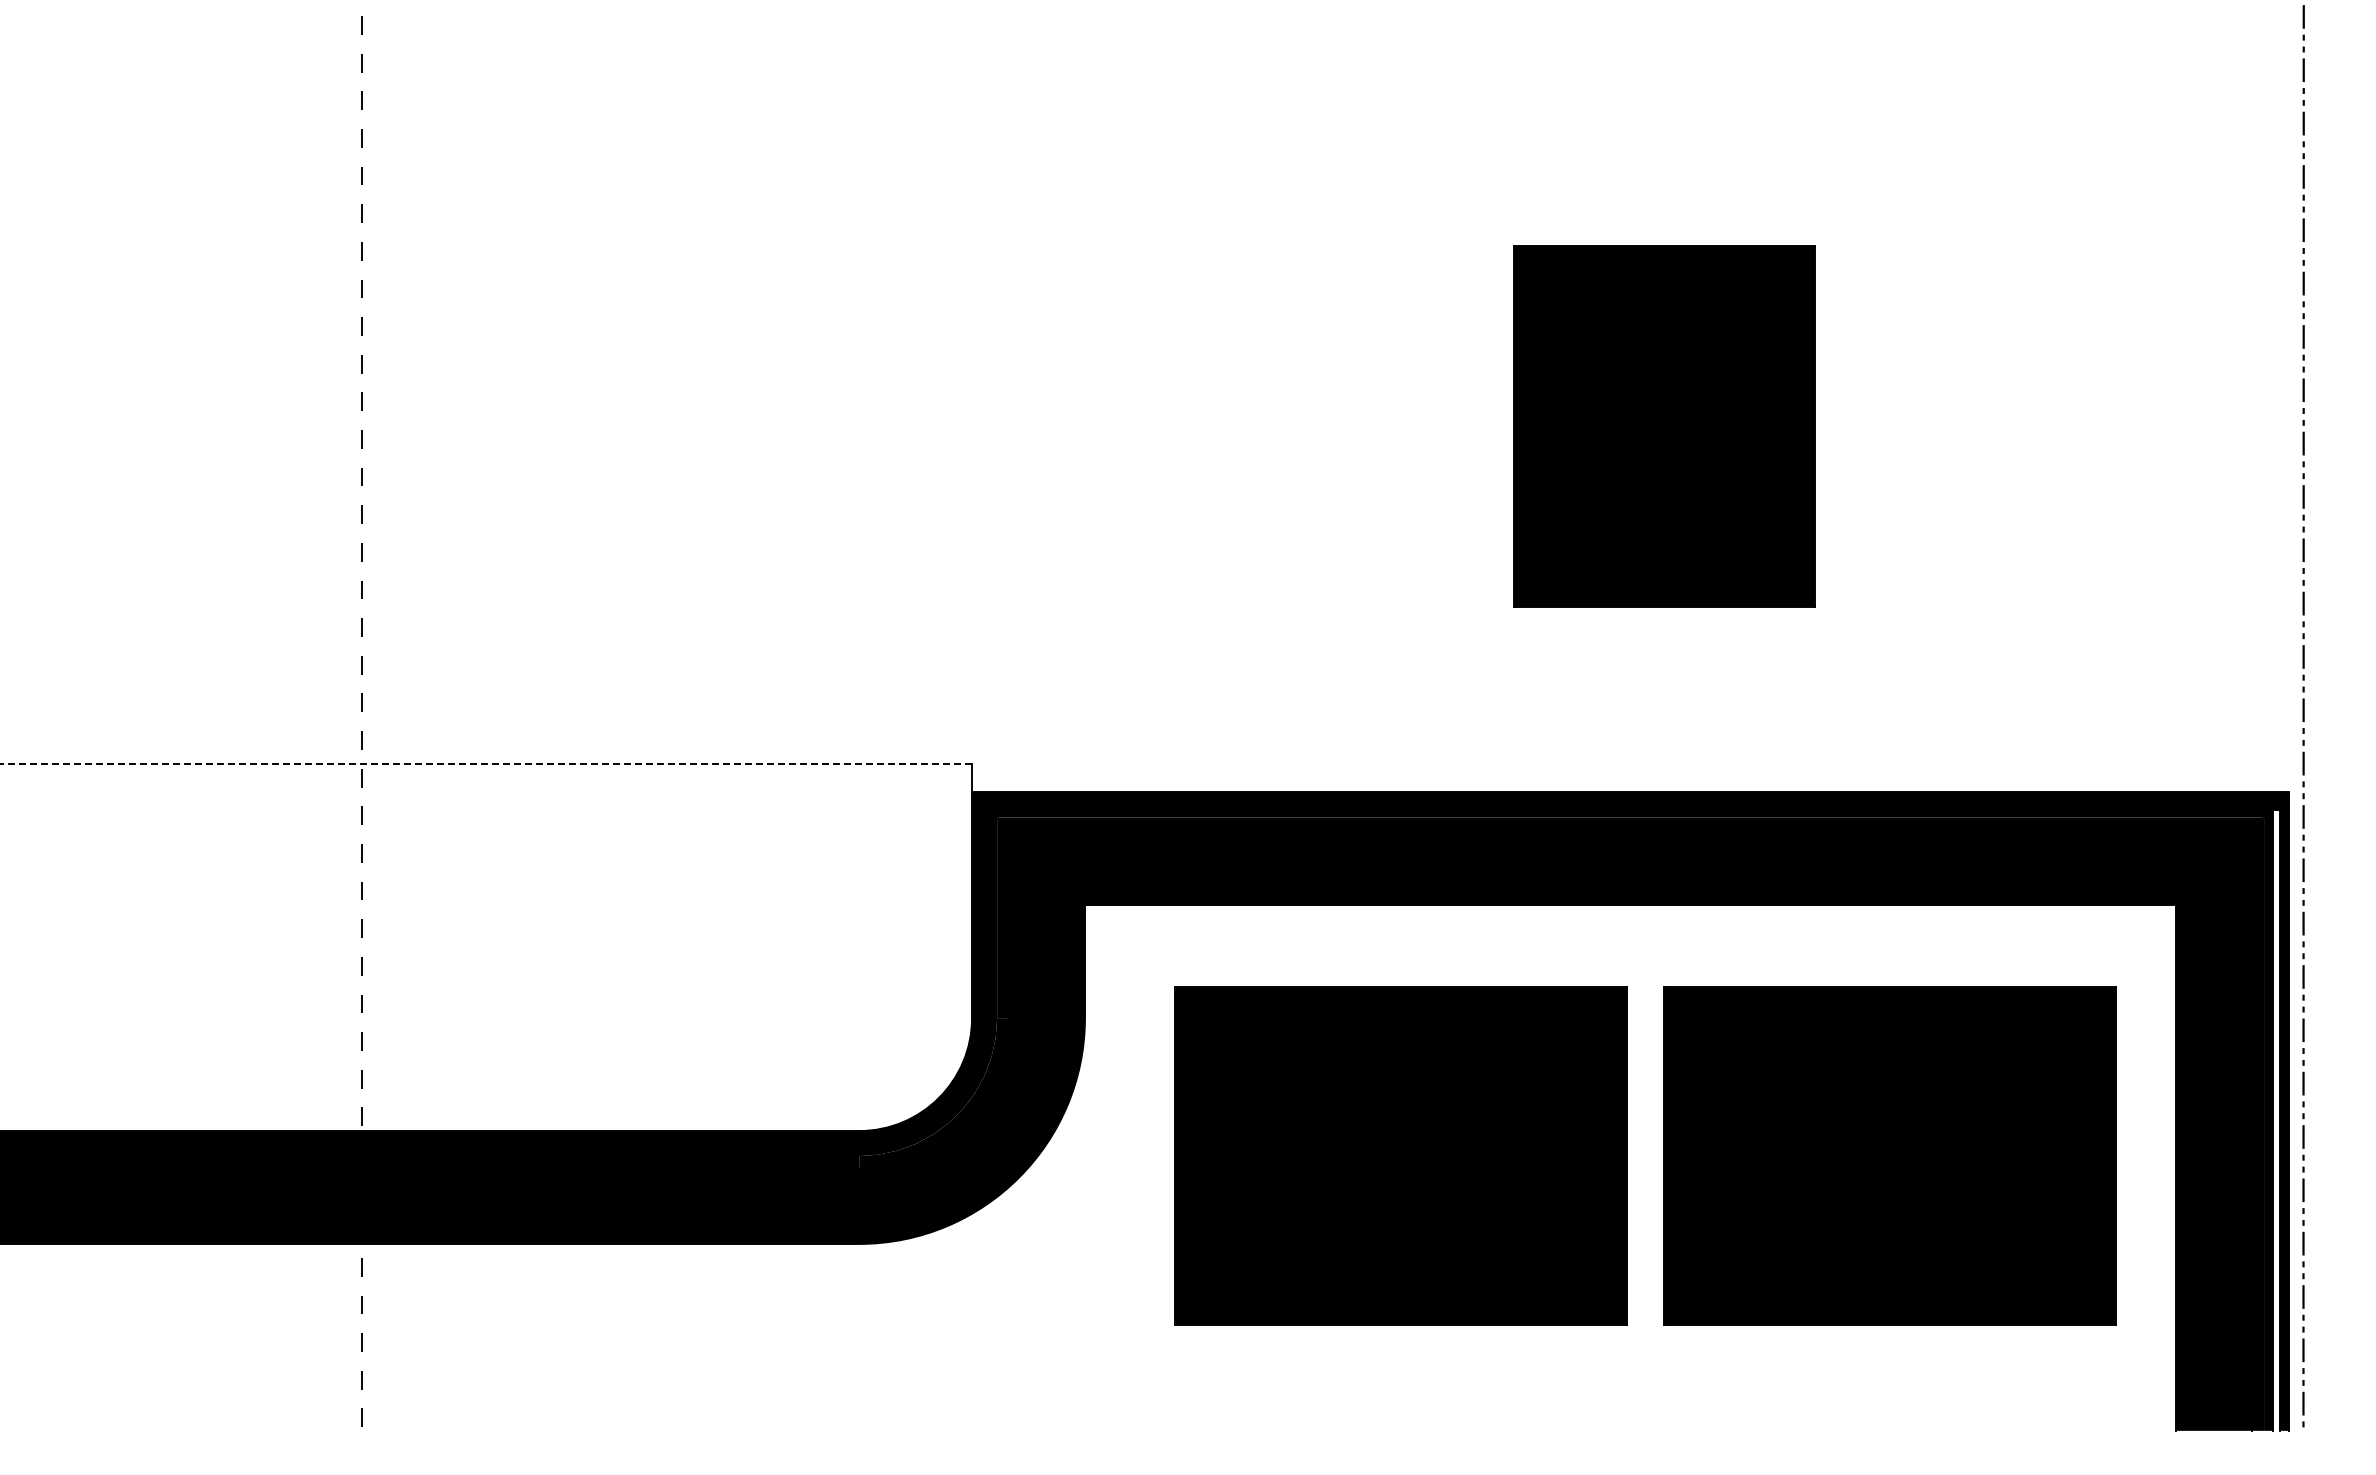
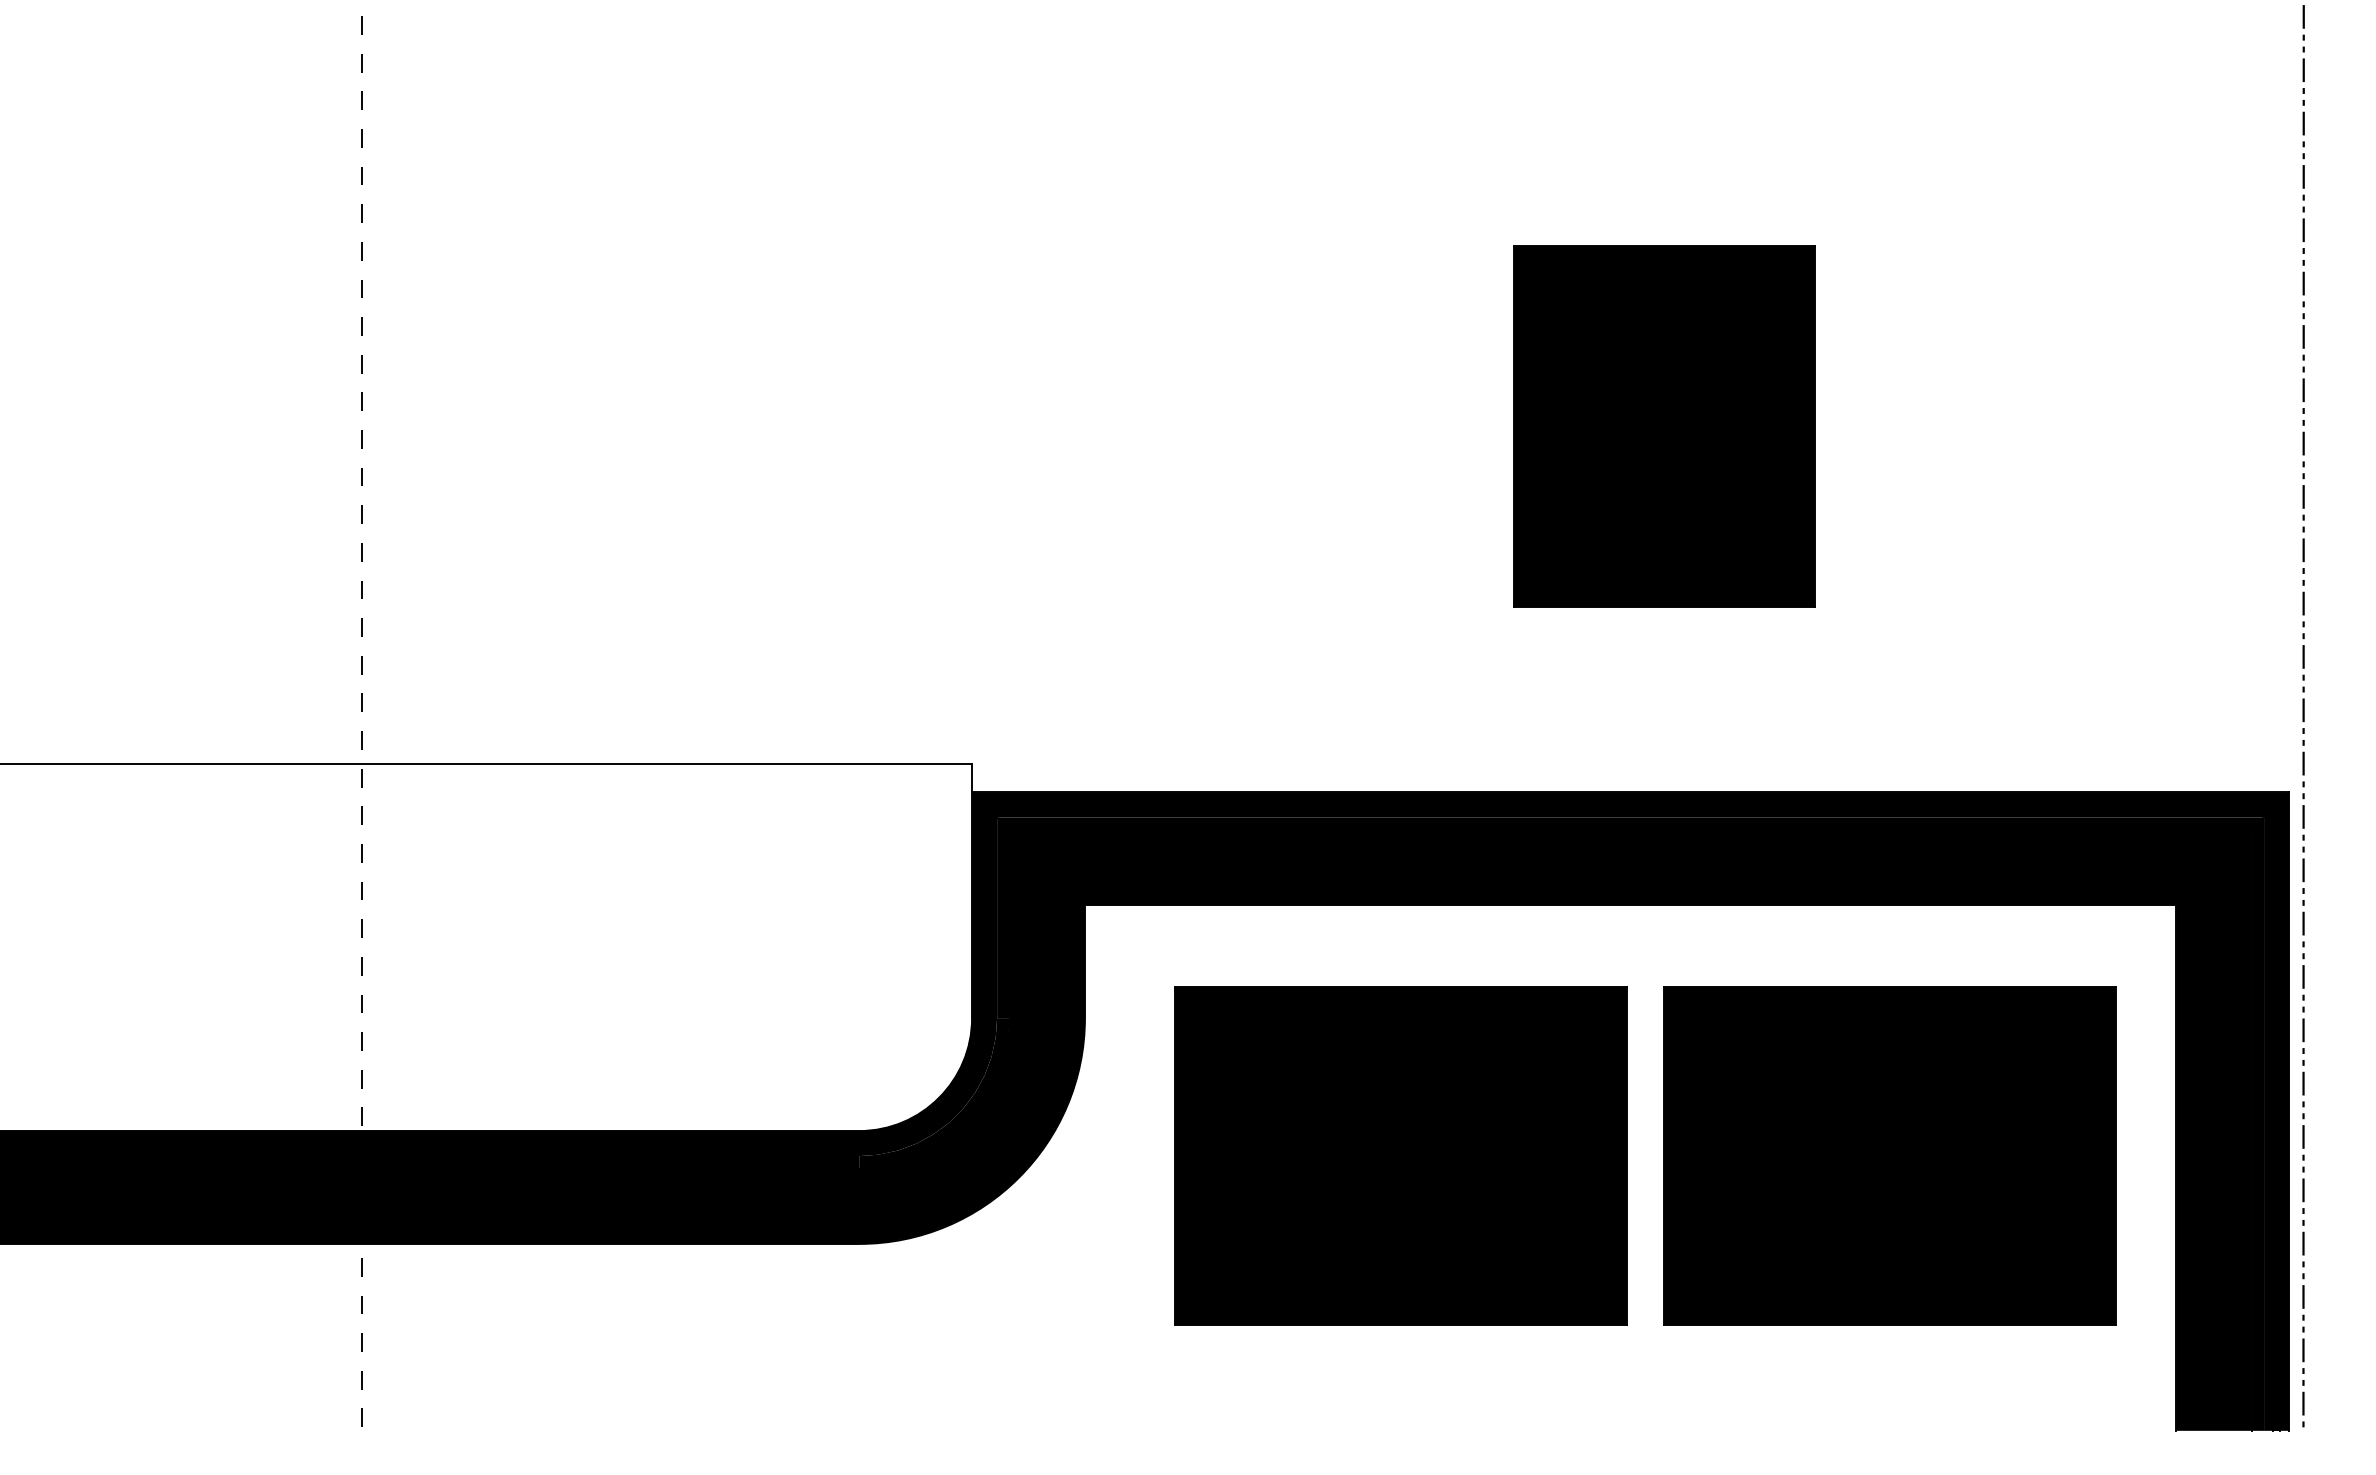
line at (486, 764): dashed -> solid
fill at (2276, 1120): none -> present
